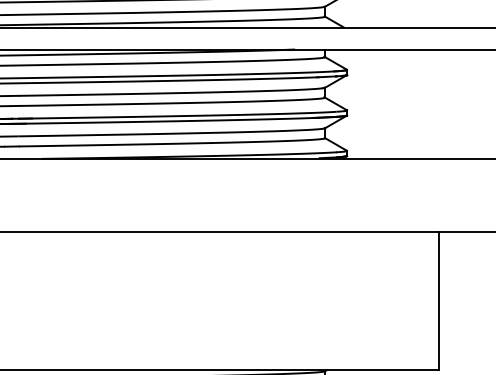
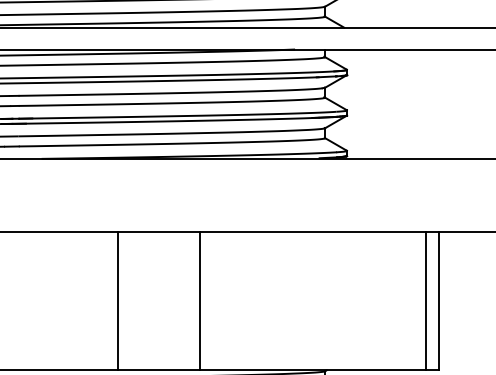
line at (117, 300): none -> present
line at (199, 300): none -> present
line at (425, 300): none -> present
